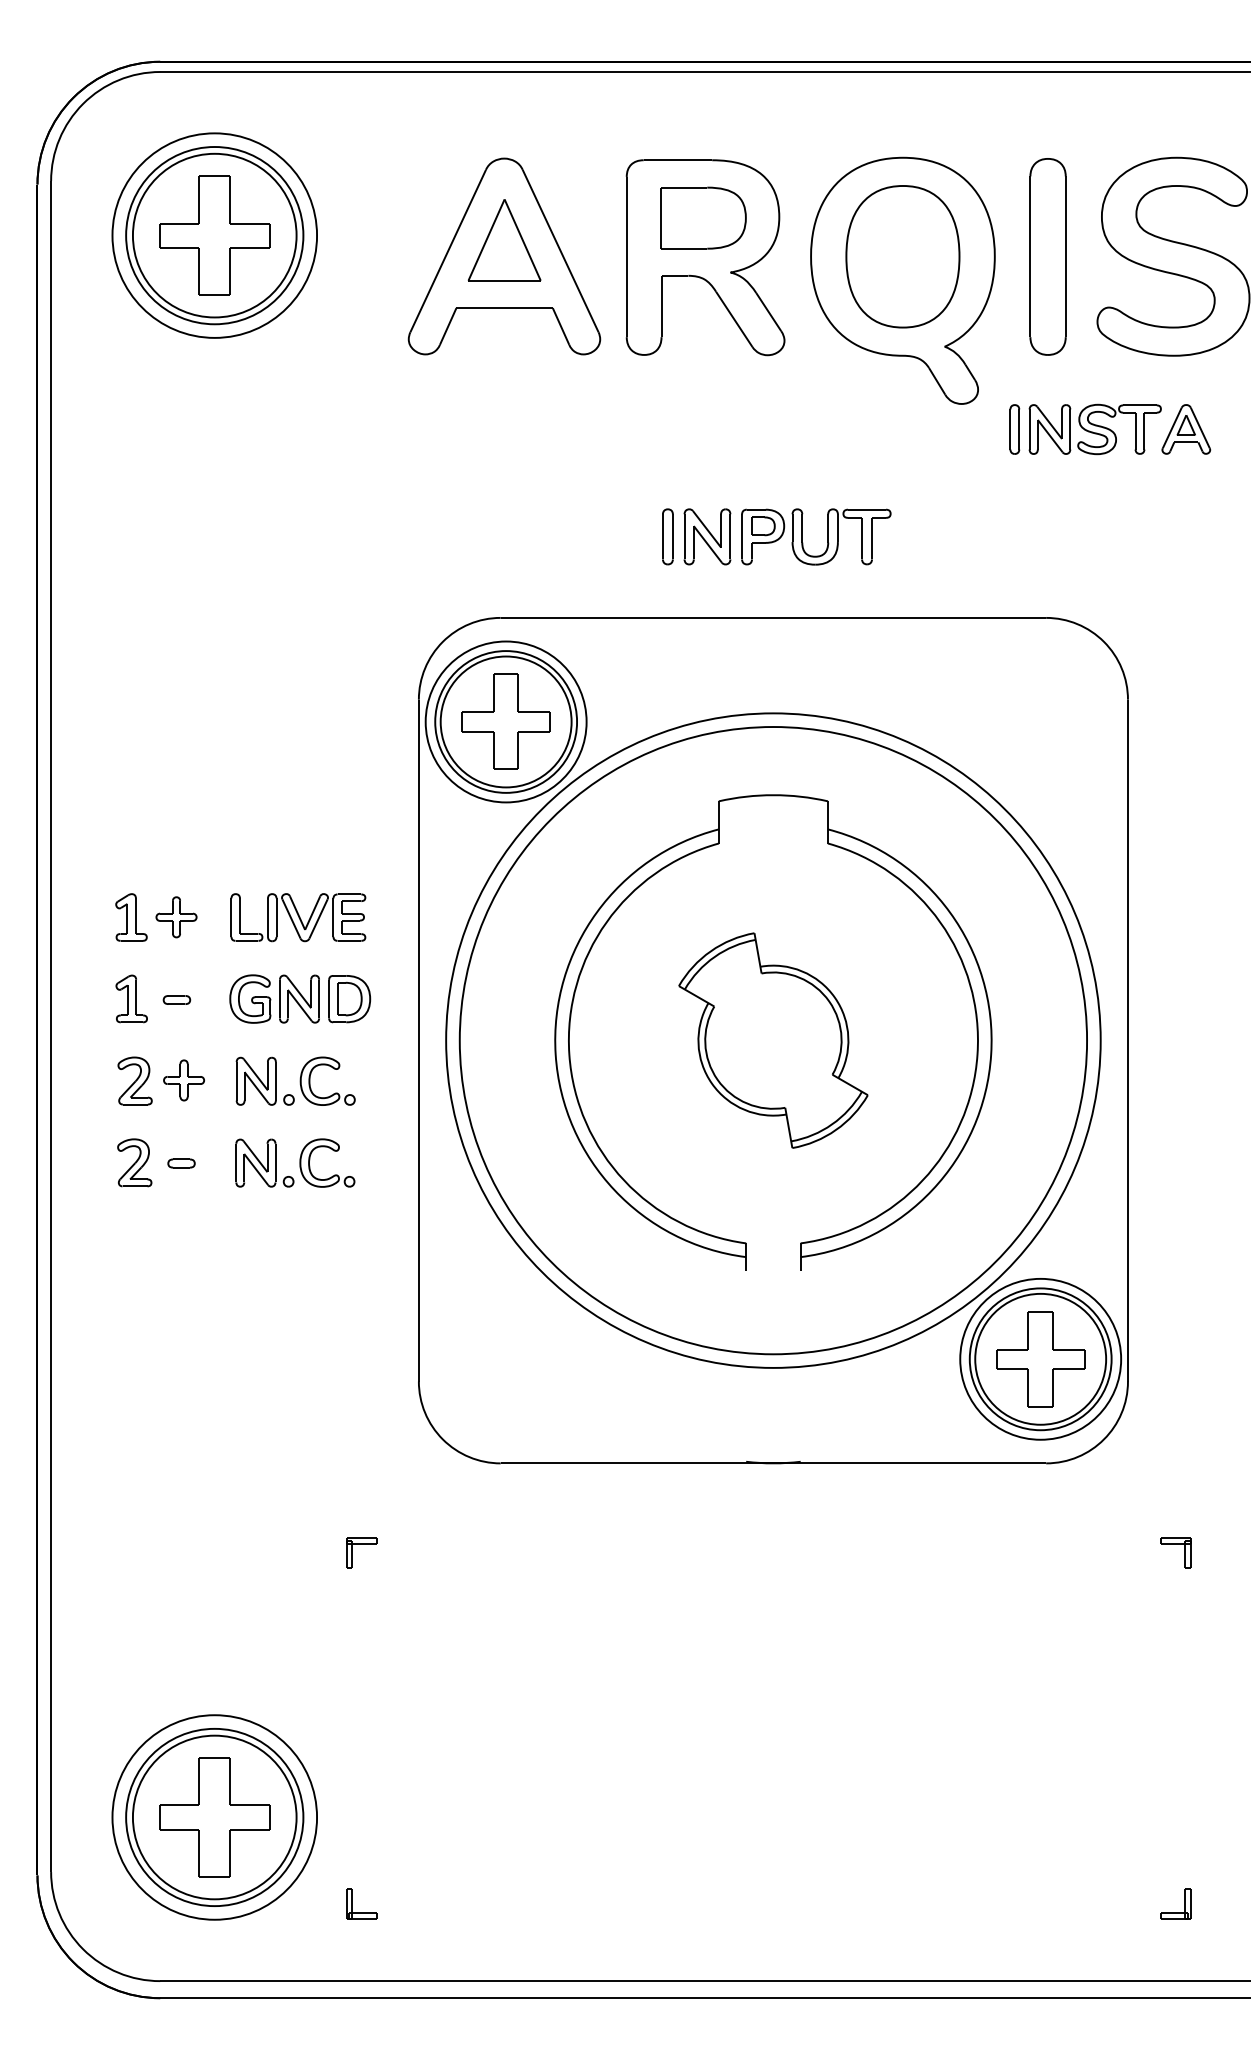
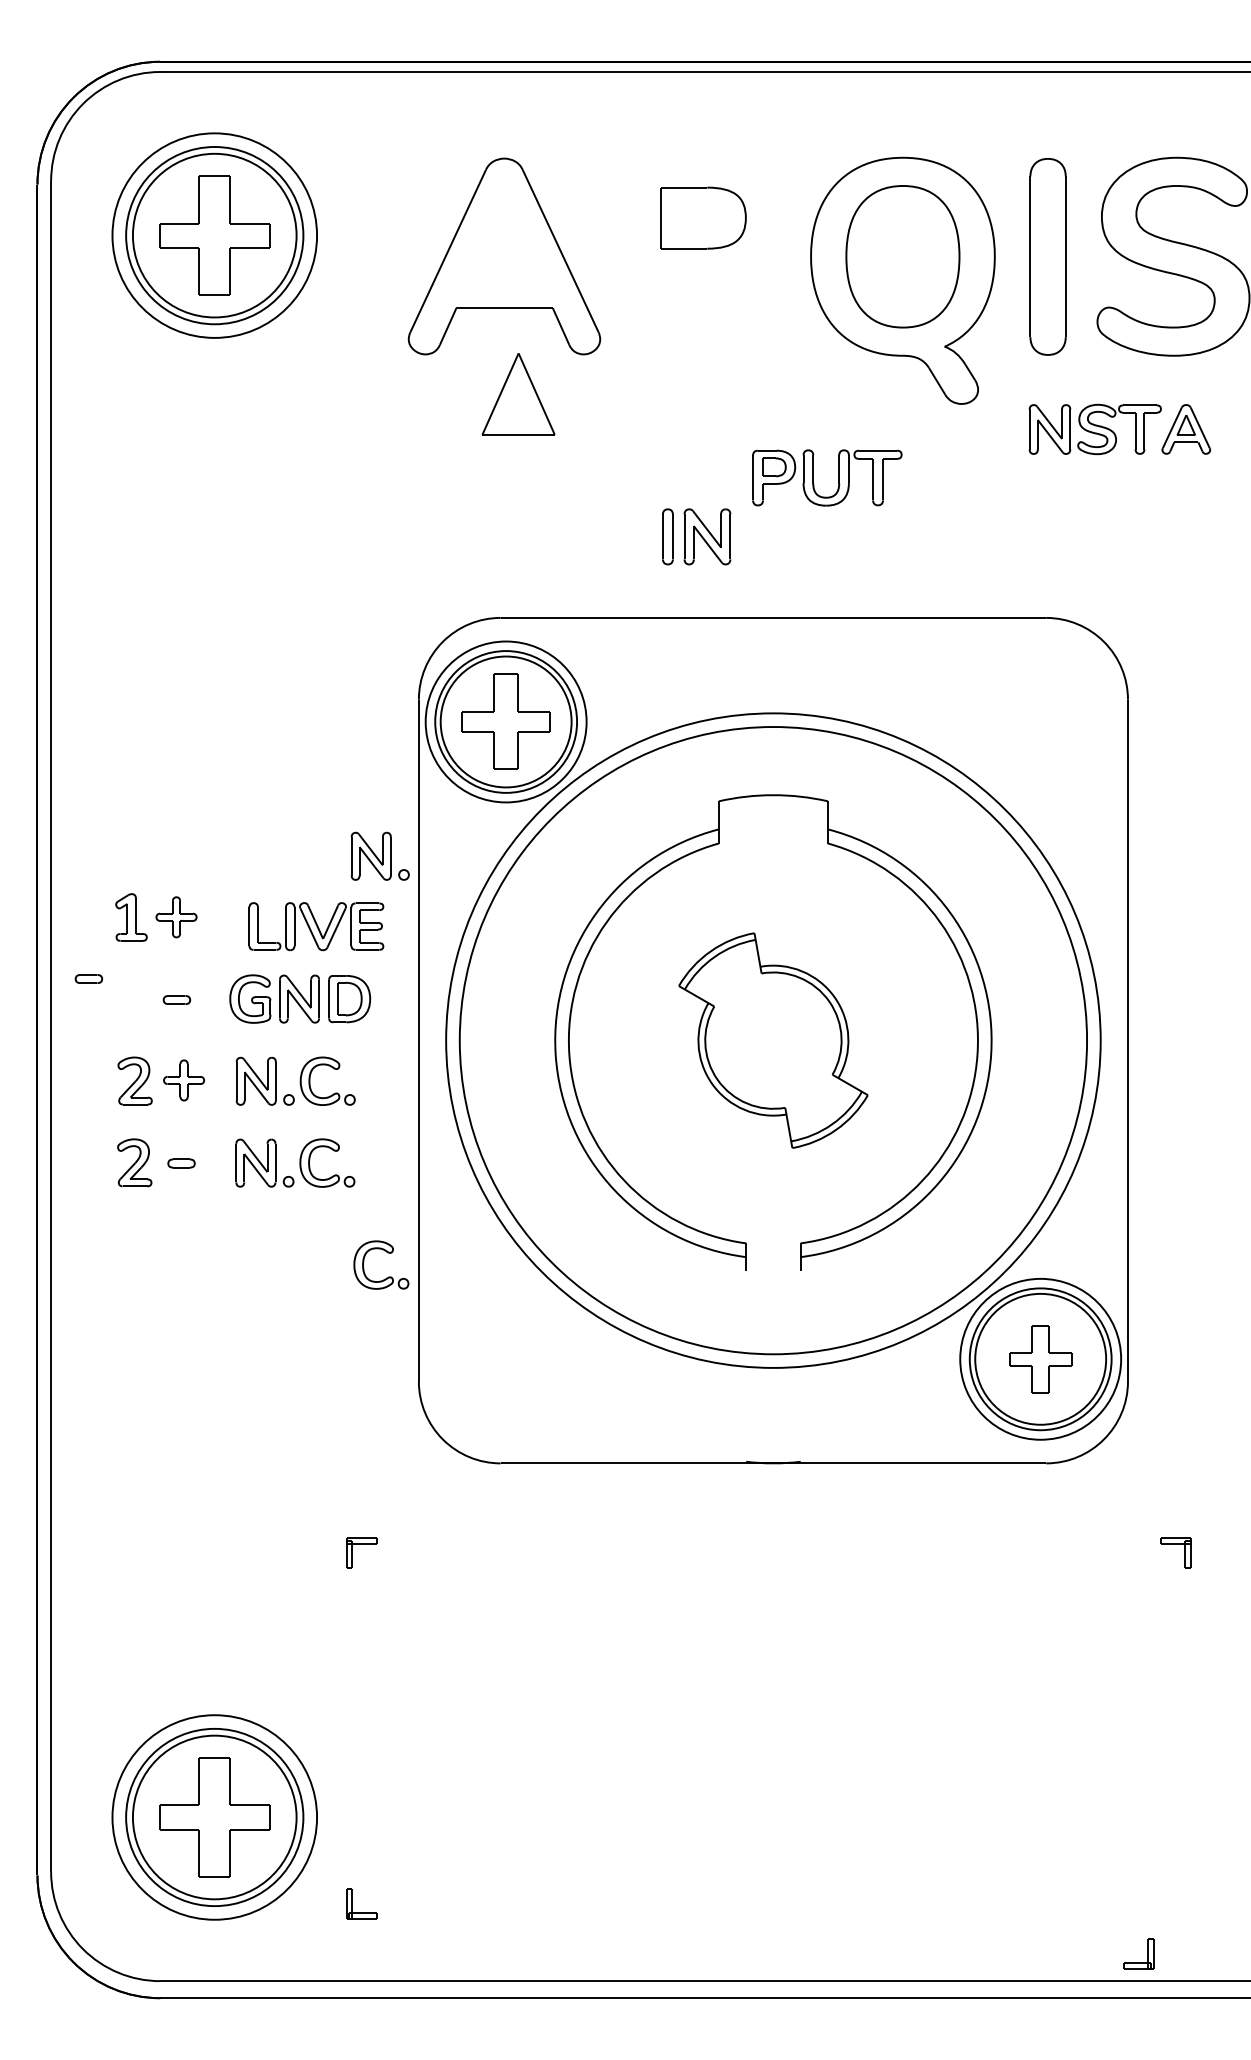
part at (504, 240) position: (504, 240) -> (518, 394)
part at (705, 257): present -> none
part at (1014, 429): present -> none
part at (827, 536) position: (827, 536) -> (838, 477)
part at (379, 855): none -> present
part at (298, 917) position: (298, 917) -> (316, 926)
part at (88, 978): none -> present
part at (131, 998): present -> none
part at (386, 1252): none -> present
part at (1040, 1359) size: 90x97 px -> 64x69 px
part at (1184, 1903) position: (1184, 1903) -> (1147, 1953)
